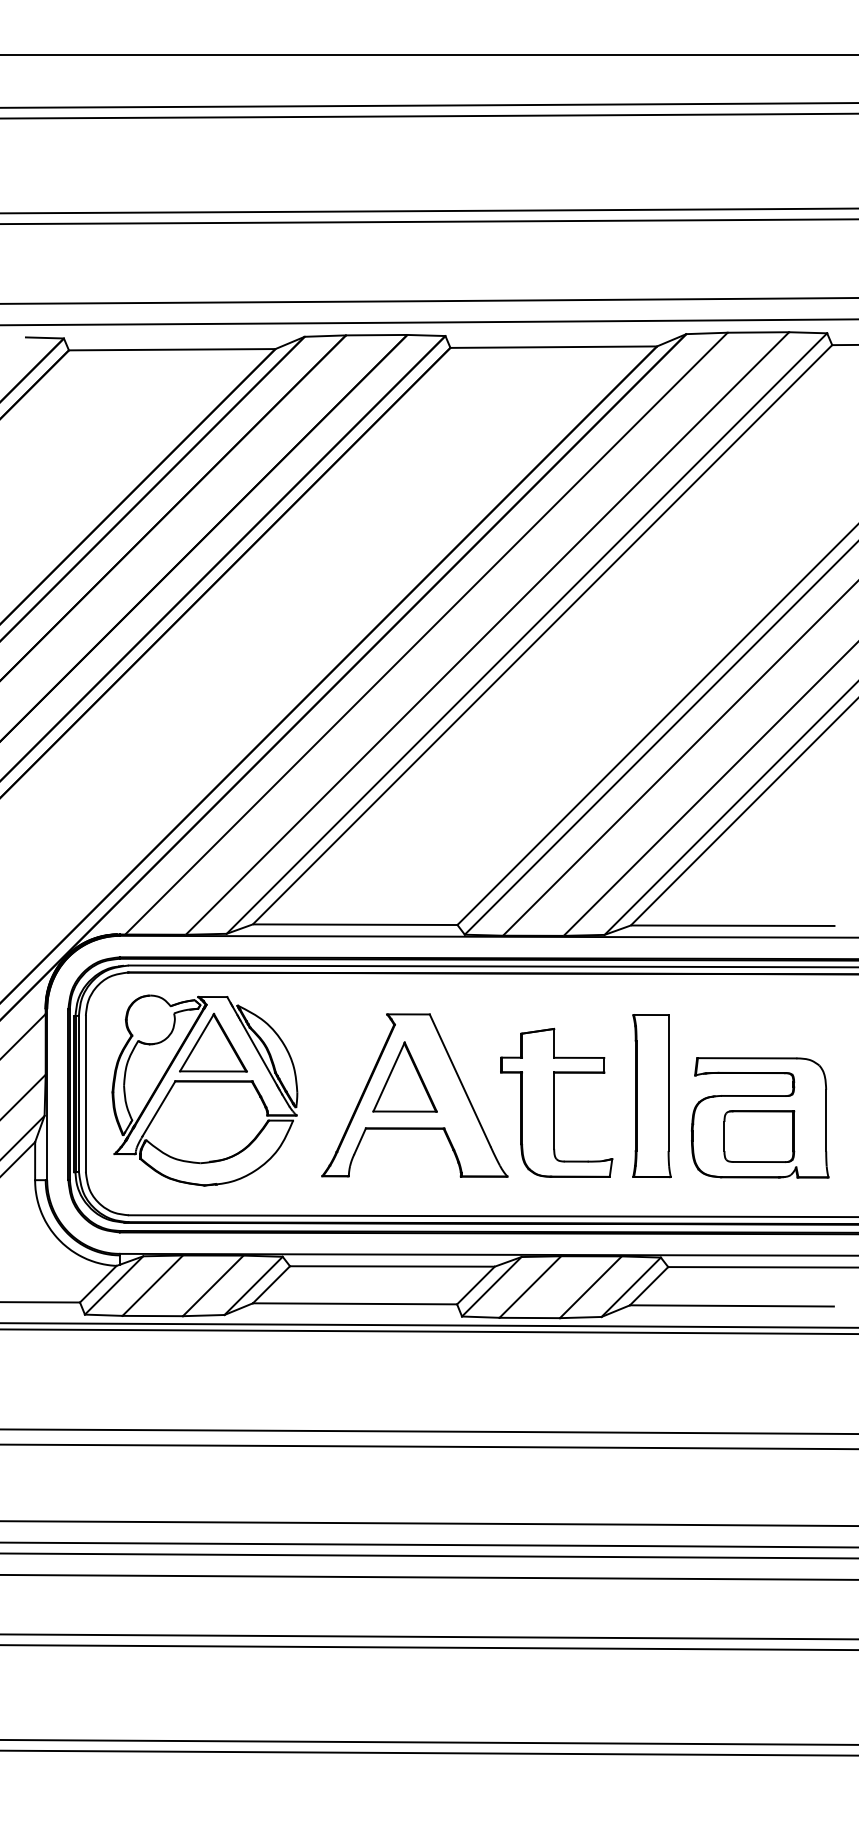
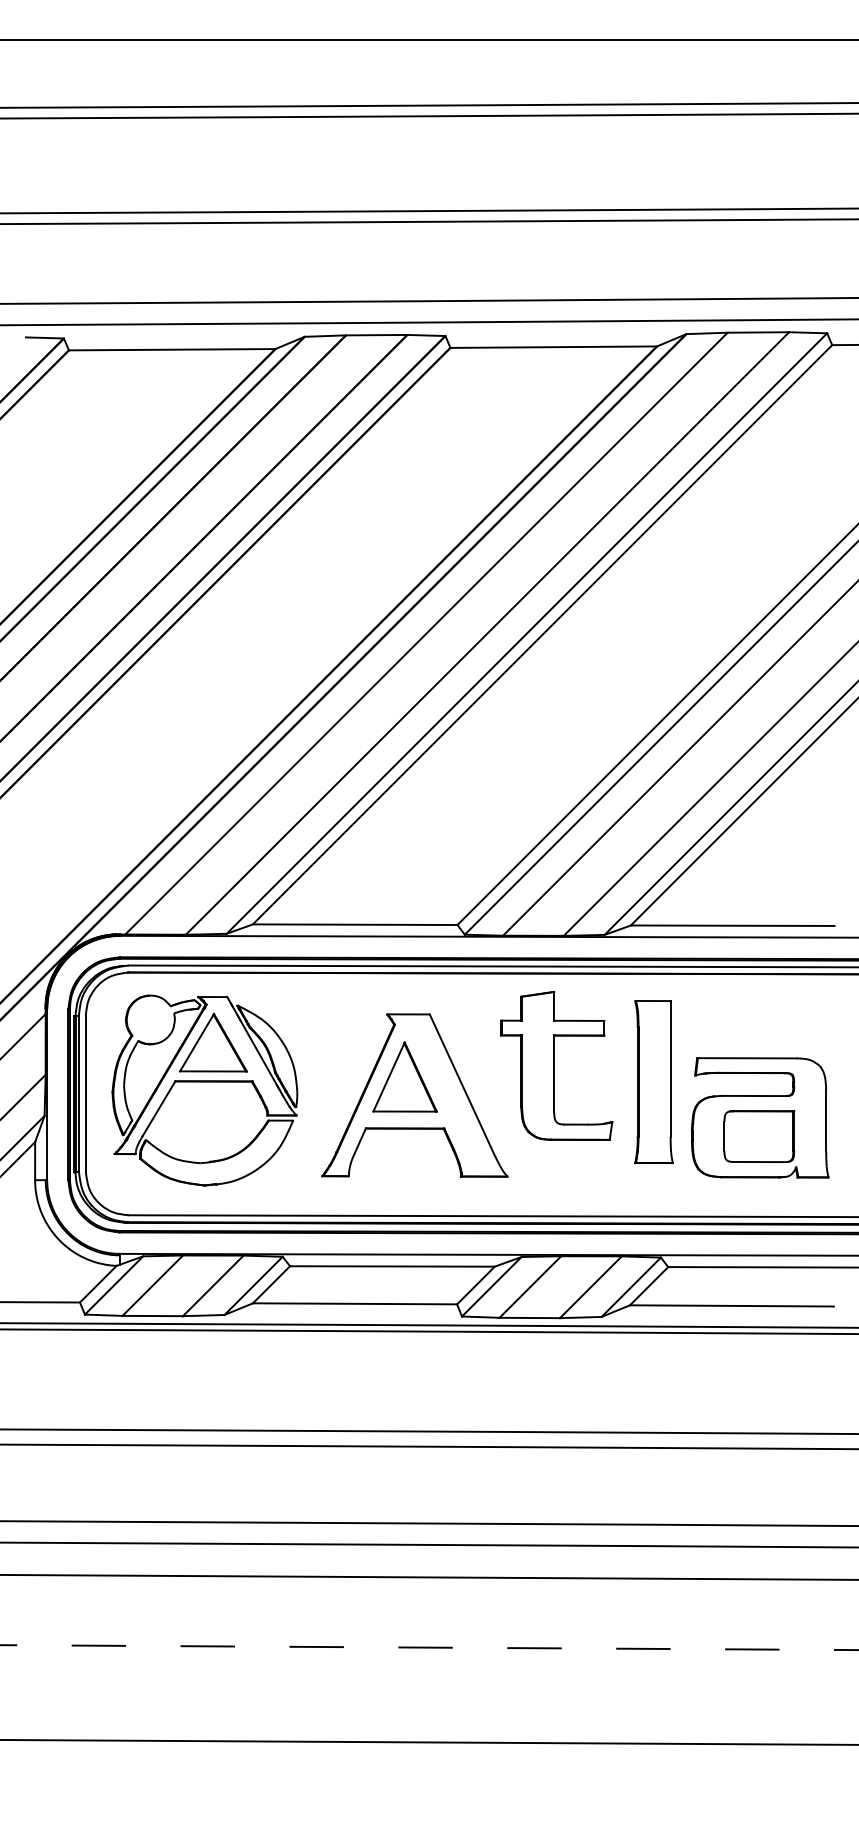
line at (428, 54) position: (428, 54) -> (428, 39)
part at (651, 1096) position: (651, 1096) -> (653, 1082)
part at (556, 1102) position: (556, 1102) -> (556, 1065)
line at (428, 1555): present -> none
line at (428, 1636): present -> none
line at (429, 1647): solid -> dashed
line at (428, 1752): present -> none
